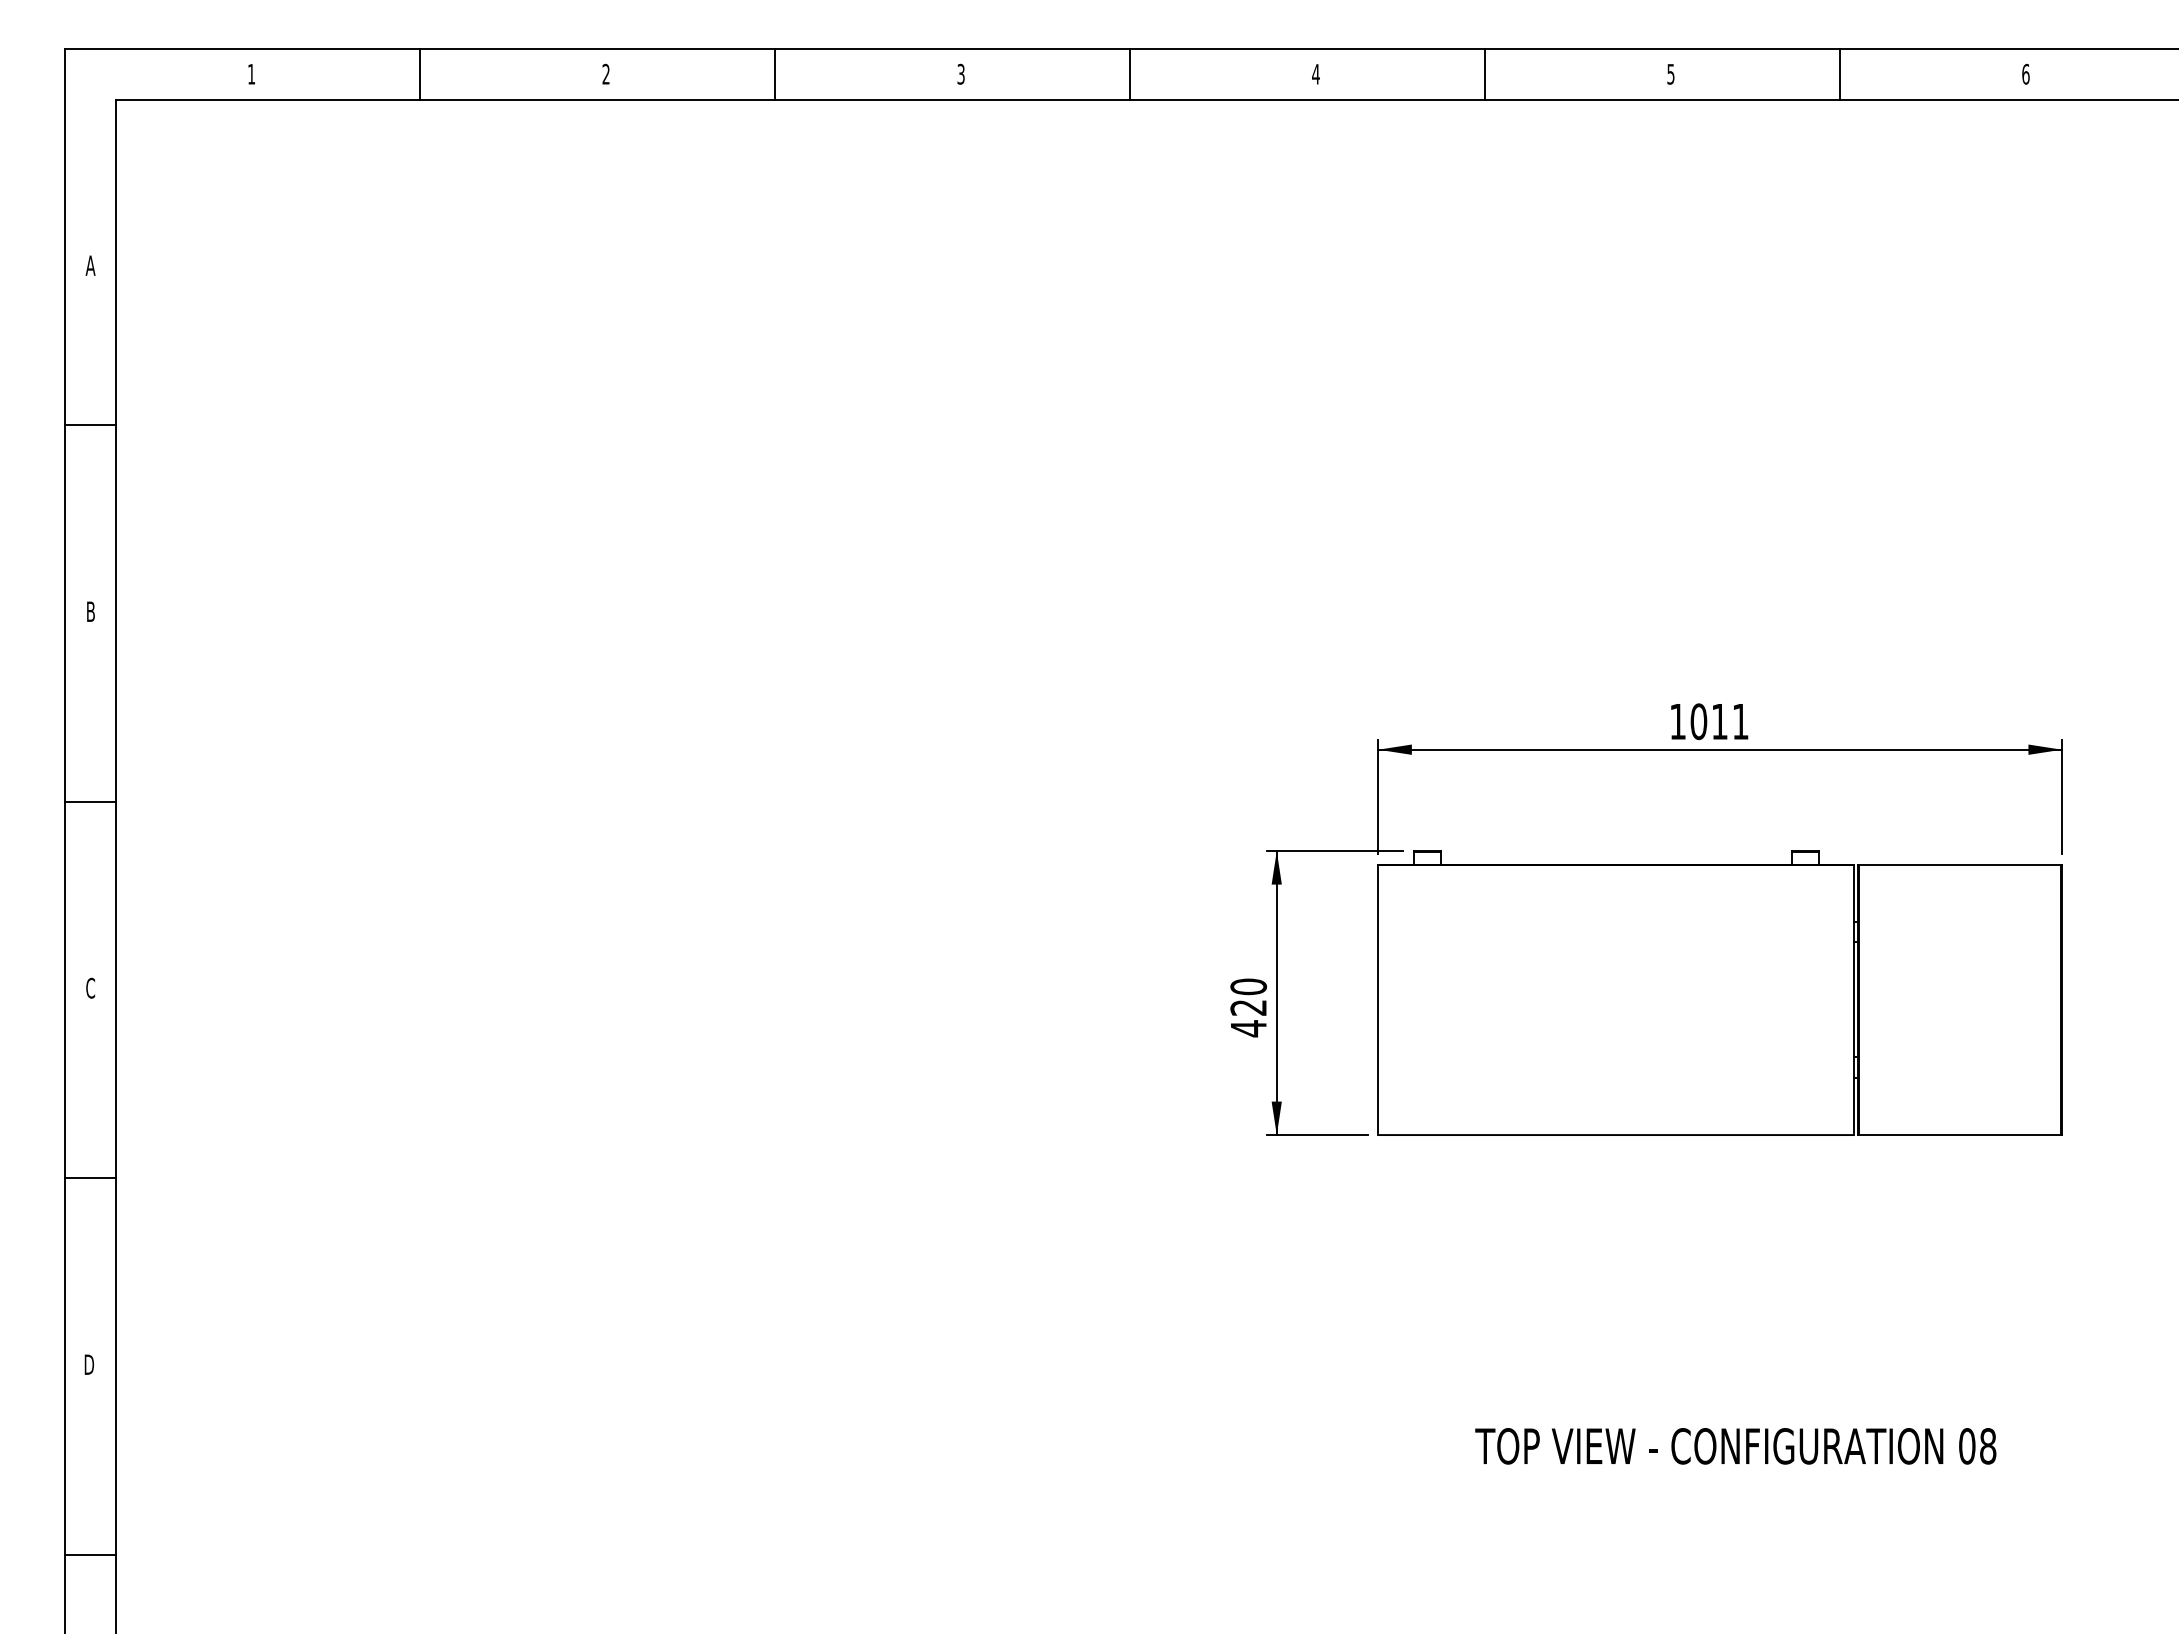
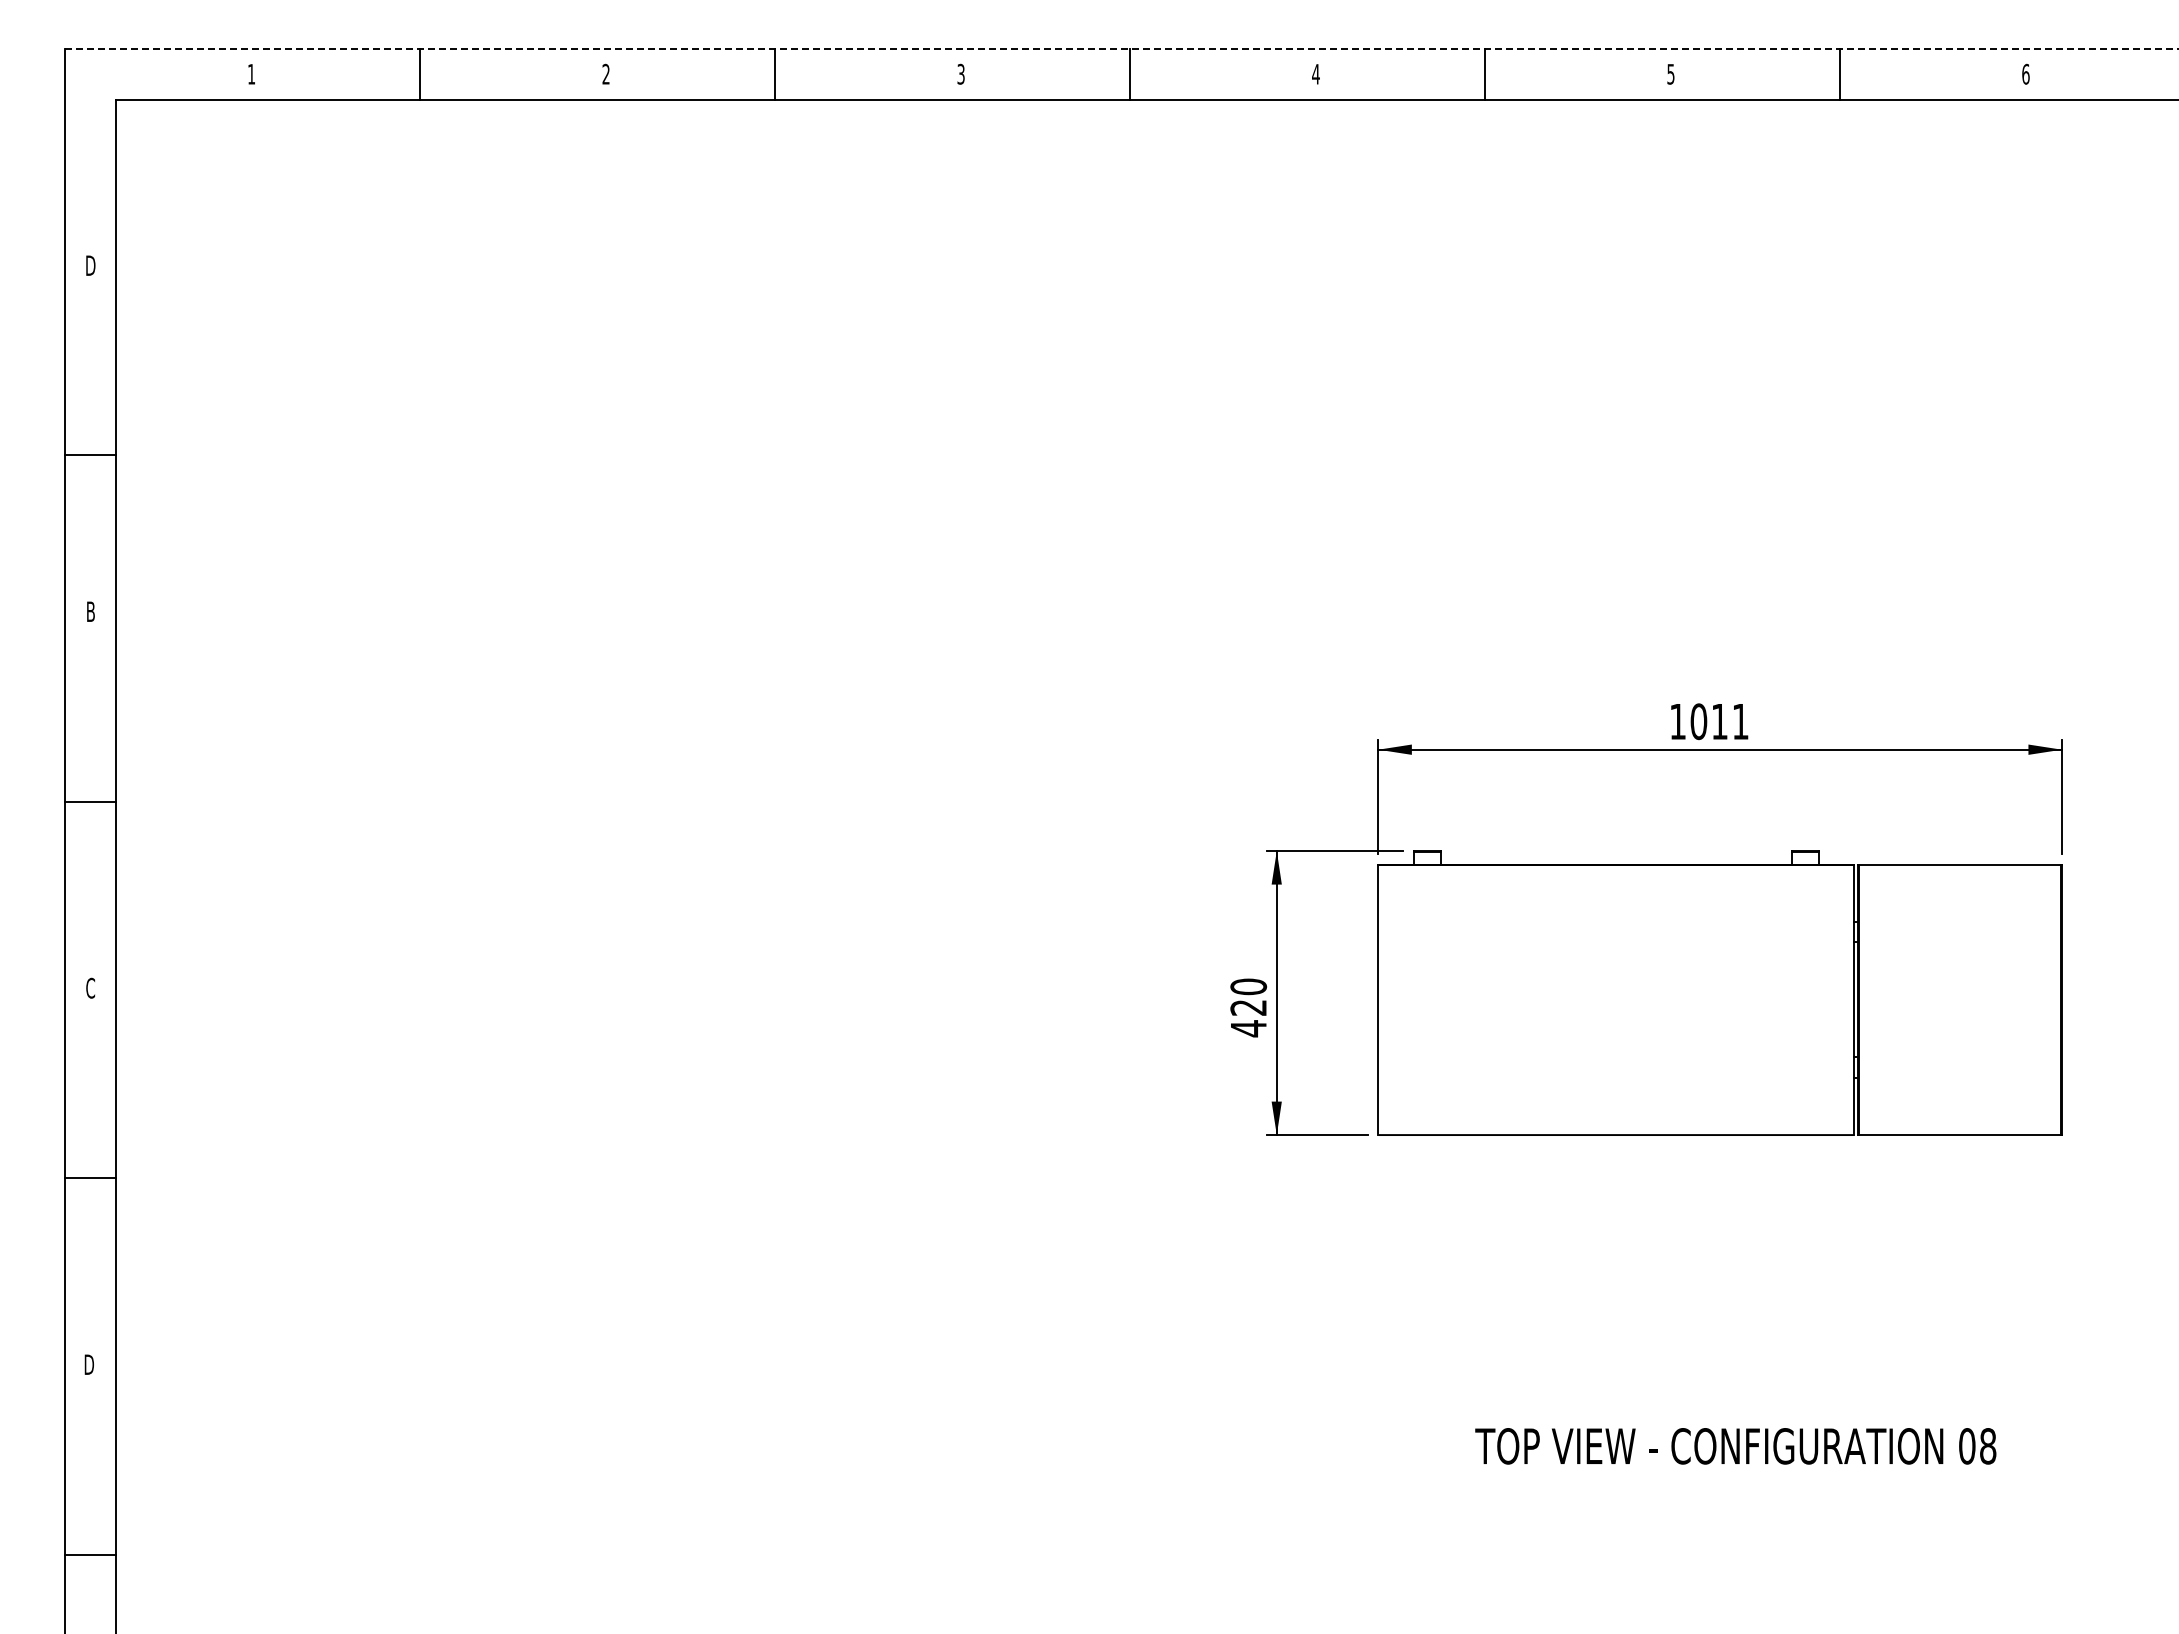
line at (1122, 48): solid -> dashed
text at (90, 265): A -> D
line at (90, 425) position: (90, 425) -> (90, 455)
